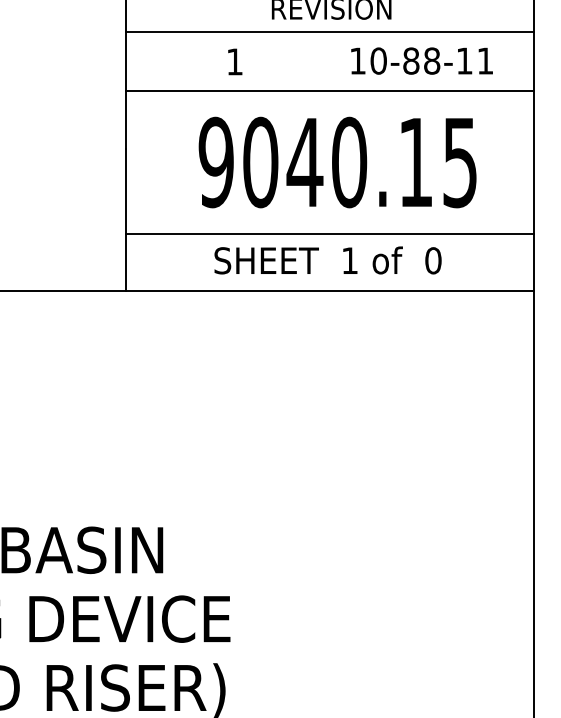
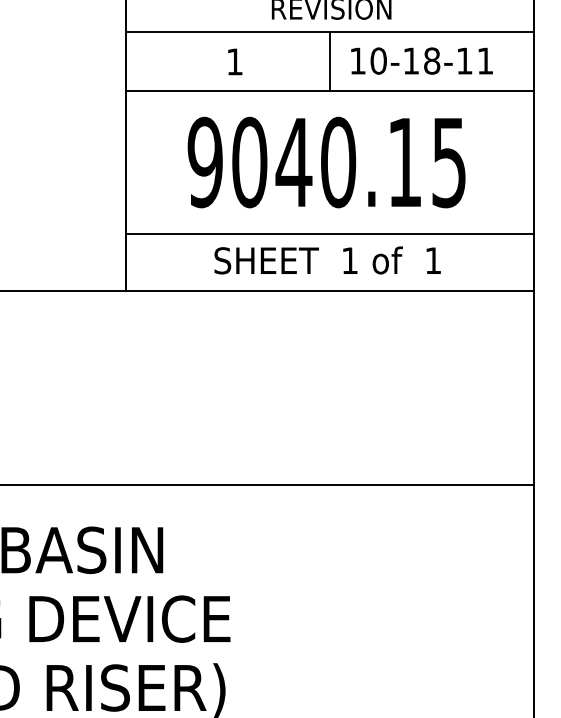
text at (411, 60): 10-88-11 -> 10-18-11
line at (330, 61): none -> present
text at (337, 162) position: (337, 162) -> (326, 162)
text at (433, 260): 0 -> 1
line at (267, 484): none -> present
